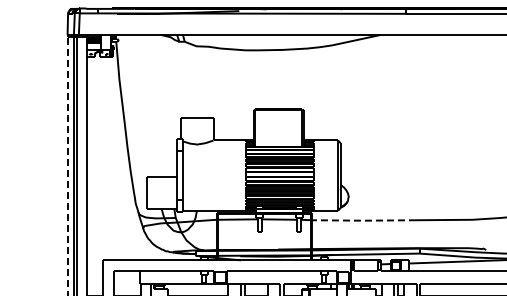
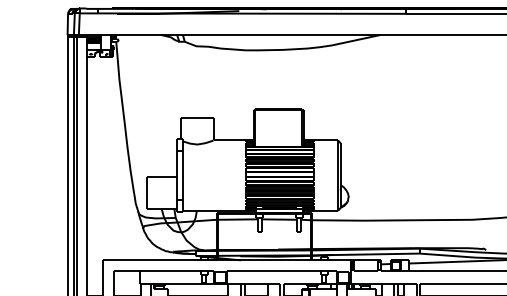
line at (67, 165): dashed -> solid
line at (364, 220): dashed -> solid
